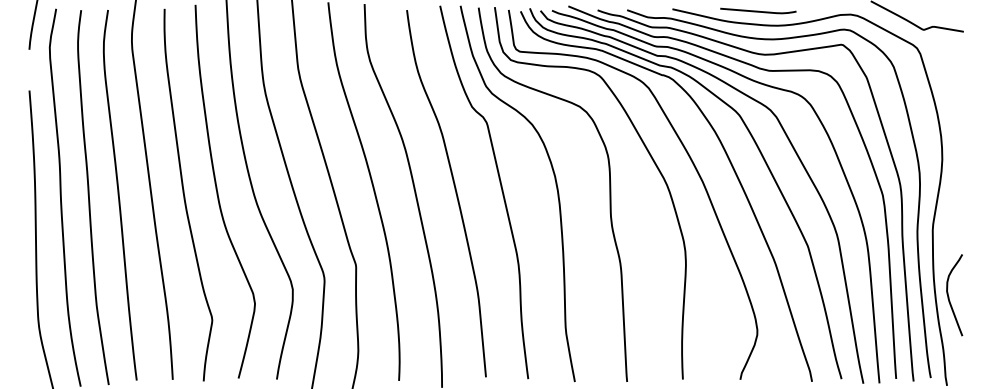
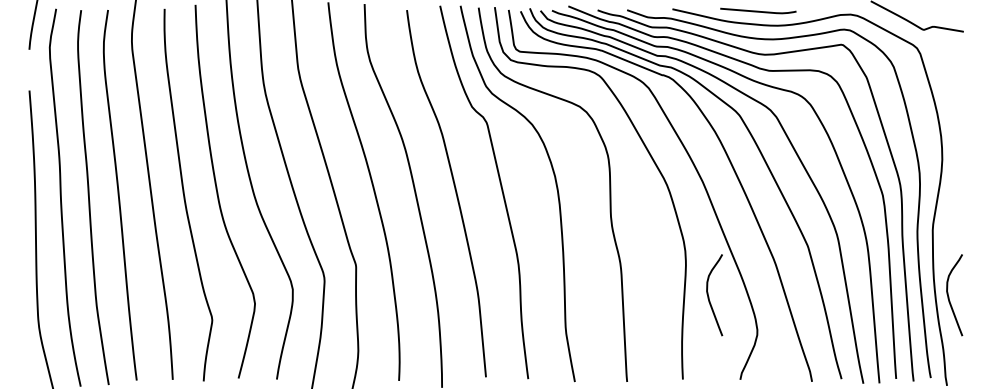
curve at (709, 296): none -> present
